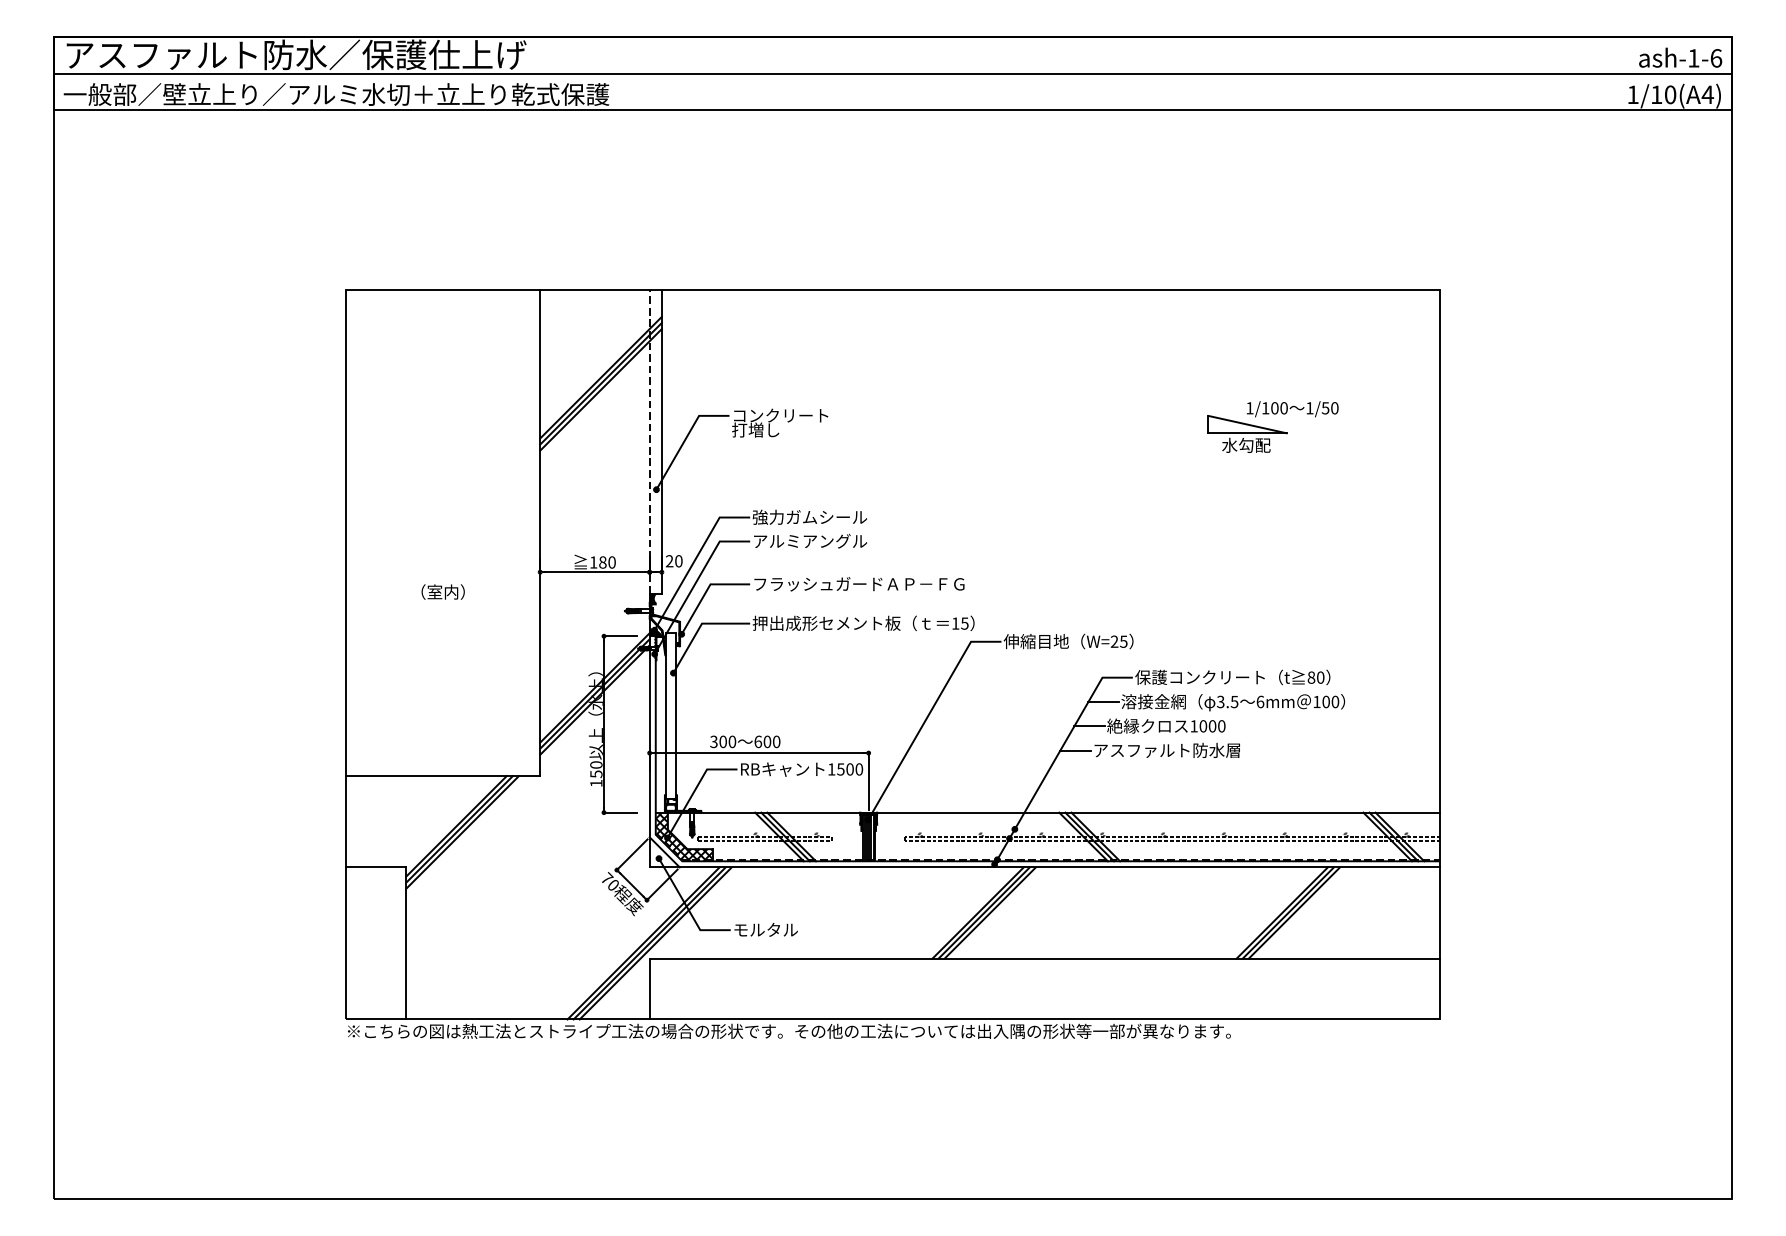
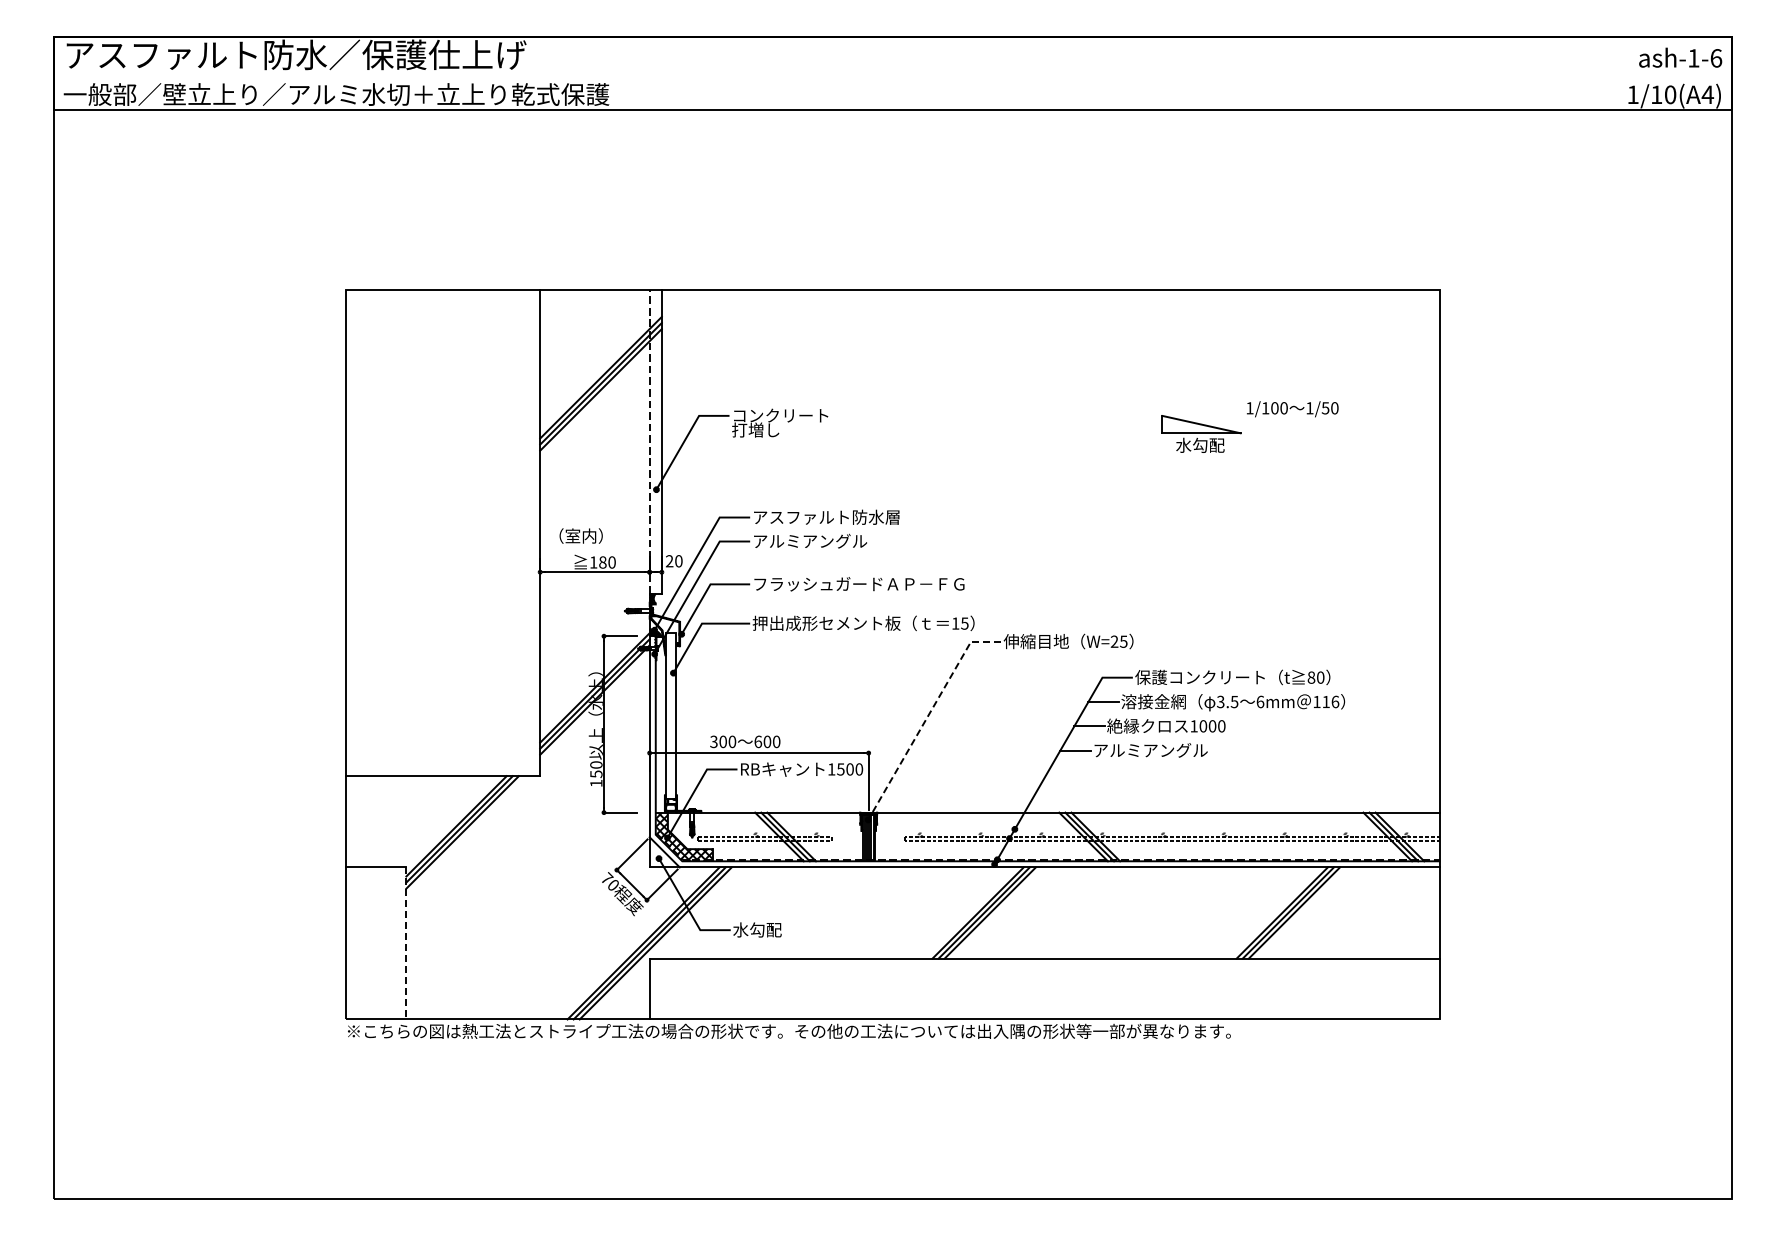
line at (892, 73): present -> none
part at (1247, 433) position: (1247, 433) -> (1201, 433)
text at (825, 516): 強力ガムシール -> アスファルト防水層
text at (442, 591) position: (442, 591) -> (580, 535)
text at (1330, 701): 100 -> 116
line at (927, 717): solid -> dashed
text at (1174, 749): アスファルト防水層 -> アルミアングル
text at (765, 929): モルタル -> 水勾配
line at (406, 943): solid -> dashed
